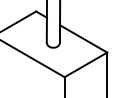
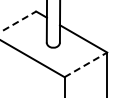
line at (18, 21): solid -> dashed
line at (85, 64): solid -> dashed
